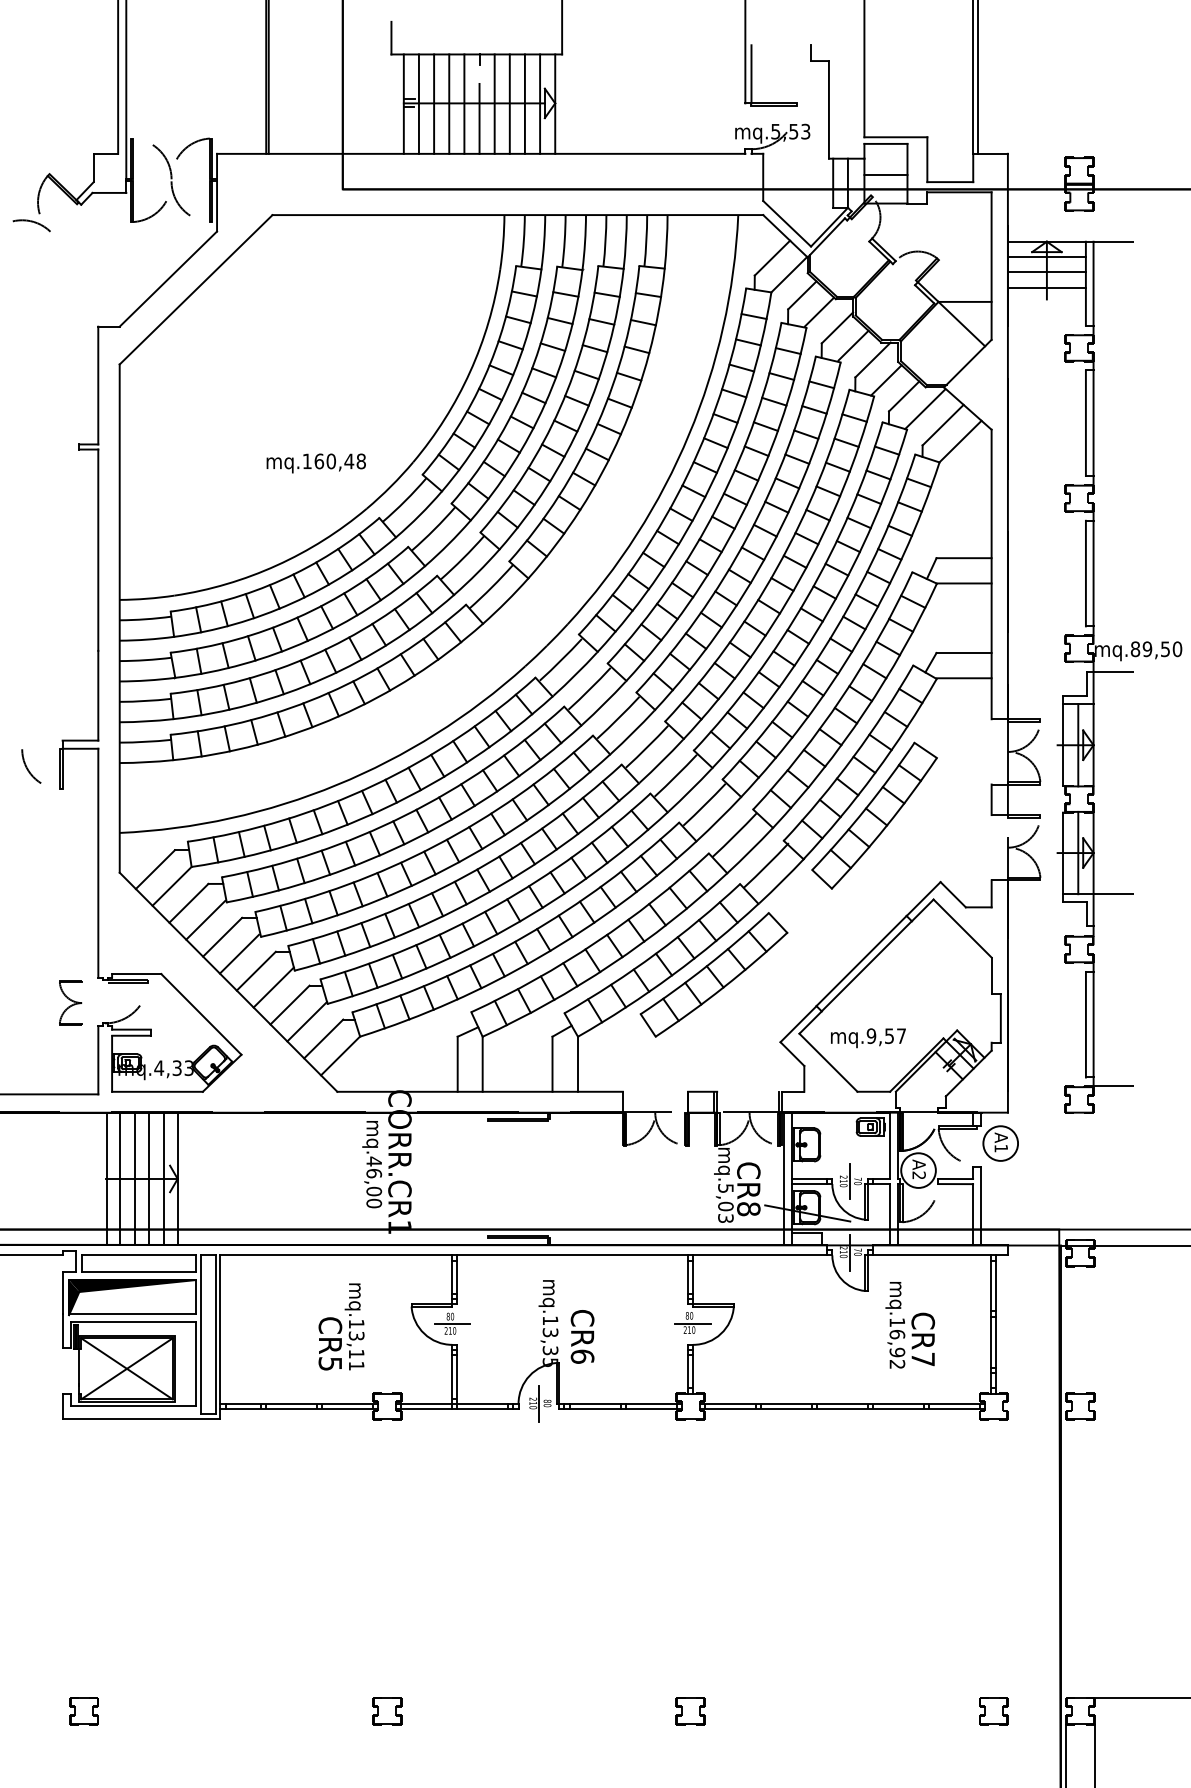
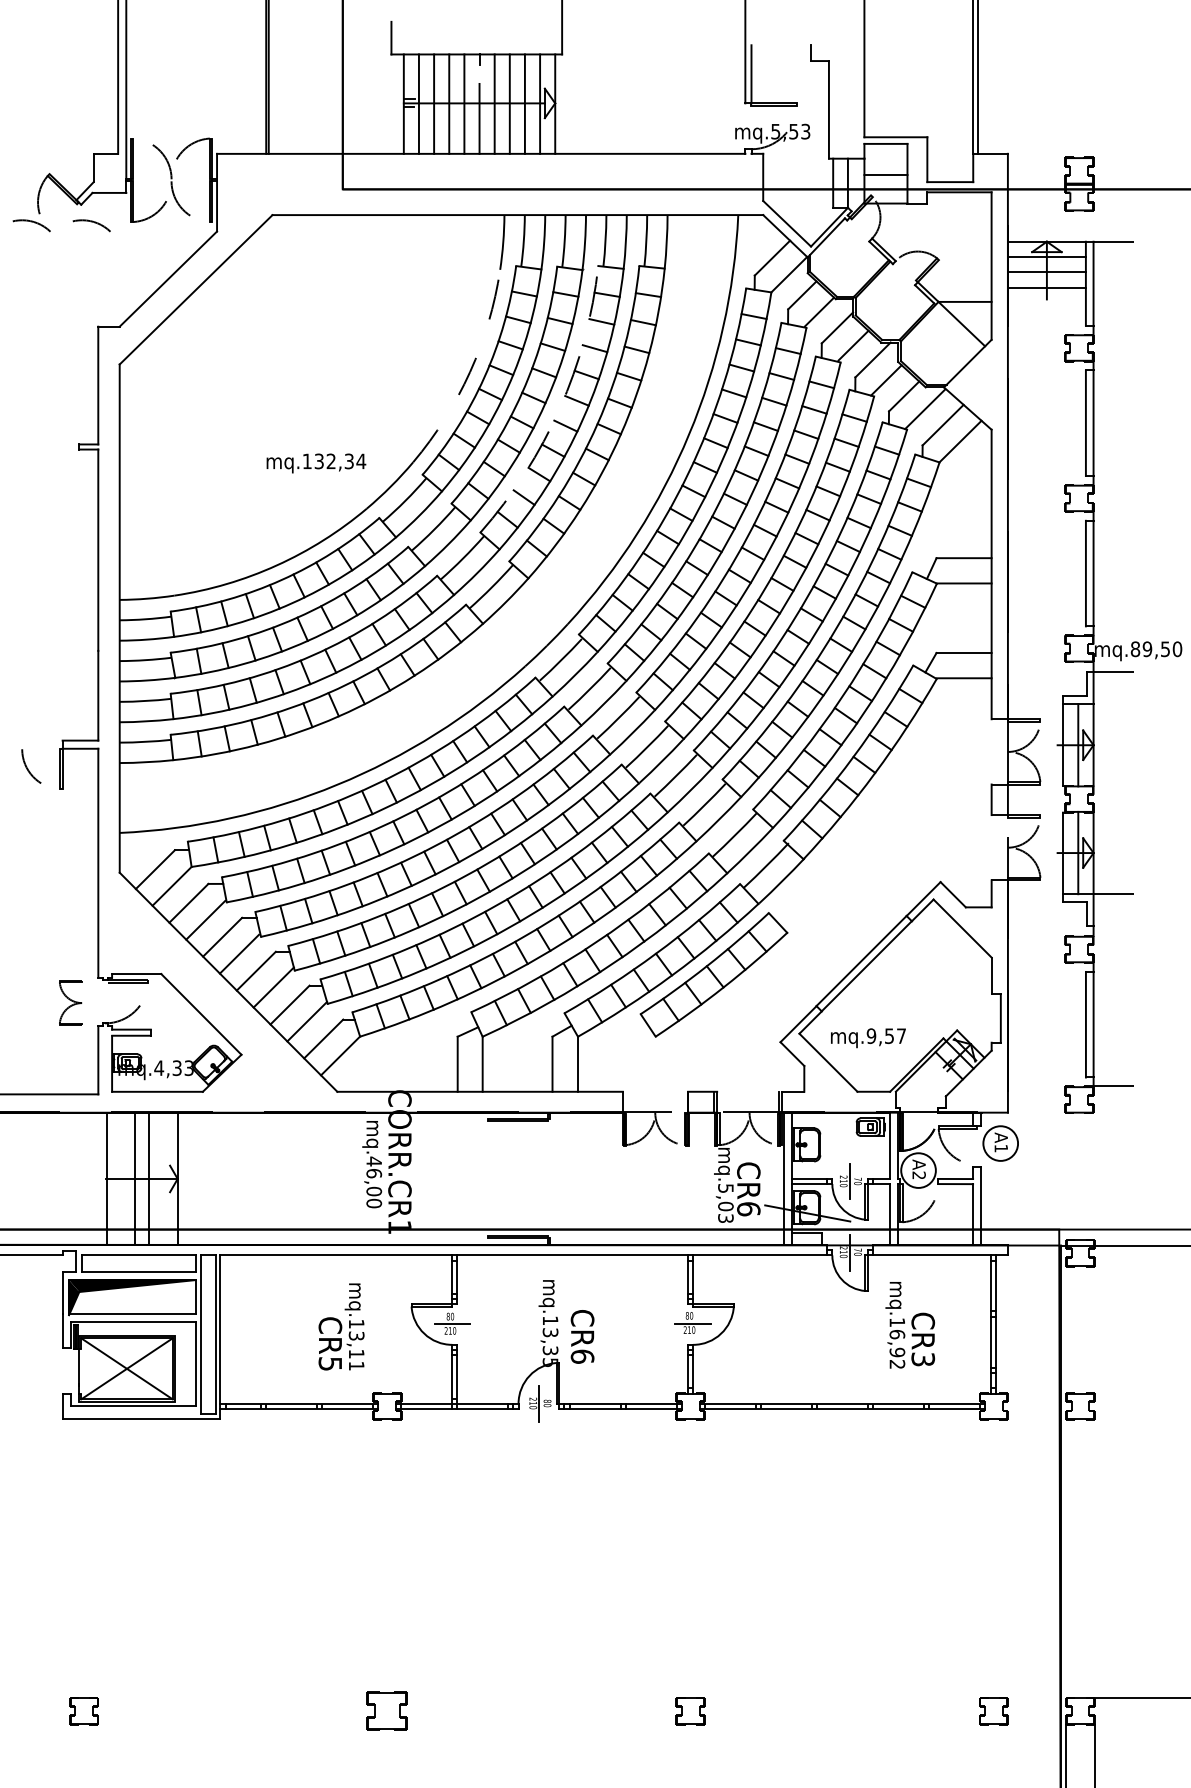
arc at (91, 222): none -> present
arc at (470, 372): solid -> dashed
arc at (559, 408): solid -> dashed
text at (340, 461): mq.160,48 -> mq.132,34
part at (874, 815): present -> none
line at (120, 1178): present -> none
line at (163, 1178): present -> none
text at (748, 1209): CR8 -> CR6
text at (923, 1359): CR7 -> CR3
part at (387, 1711) size: 31x29 px -> 42x40 px
